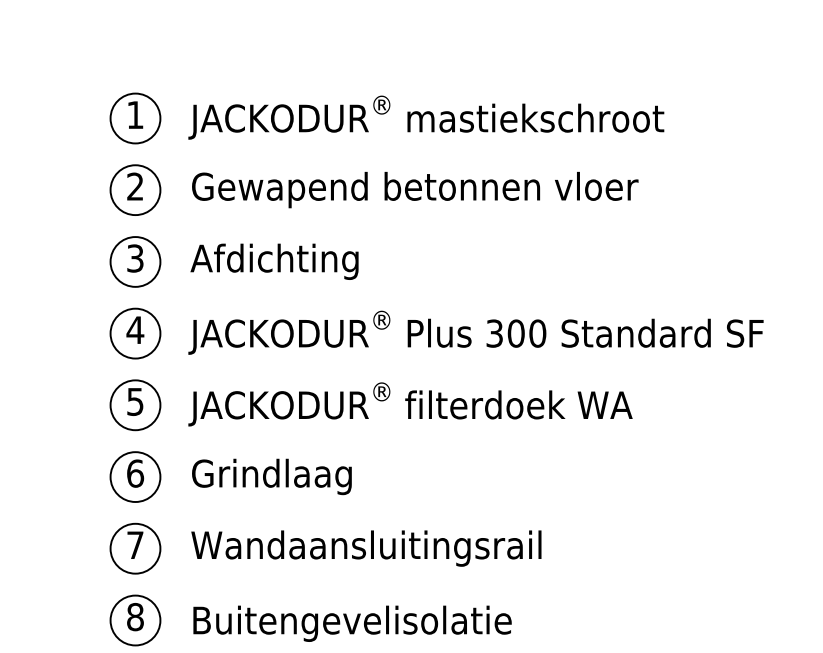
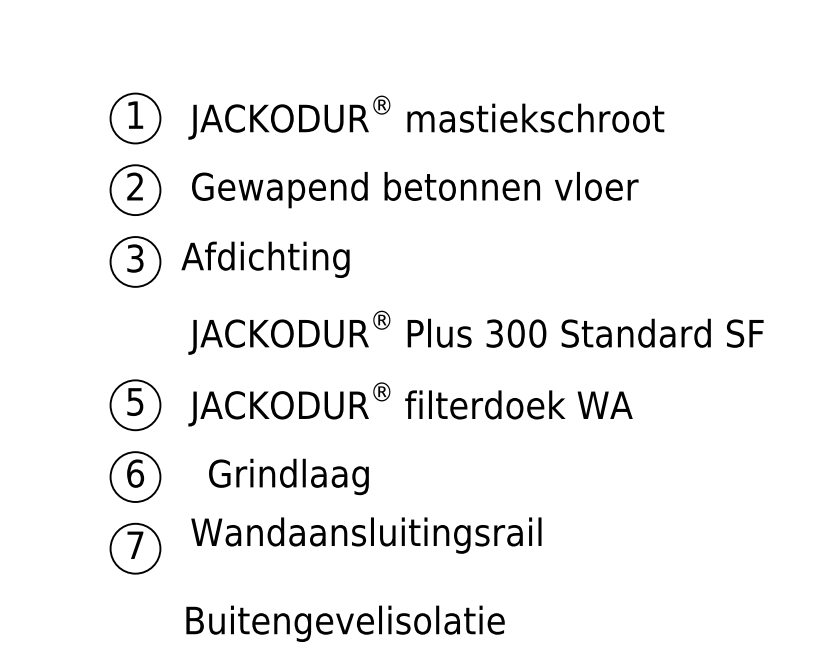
text at (274, 261) position: (274, 261) -> (265, 259)
part at (135, 333): present -> none
text at (271, 476) position: (271, 476) -> (288, 476)
text at (366, 548) position: (366, 548) -> (366, 535)
part at (135, 620): present -> none
text at (352, 623) position: (352, 623) -> (345, 623)
